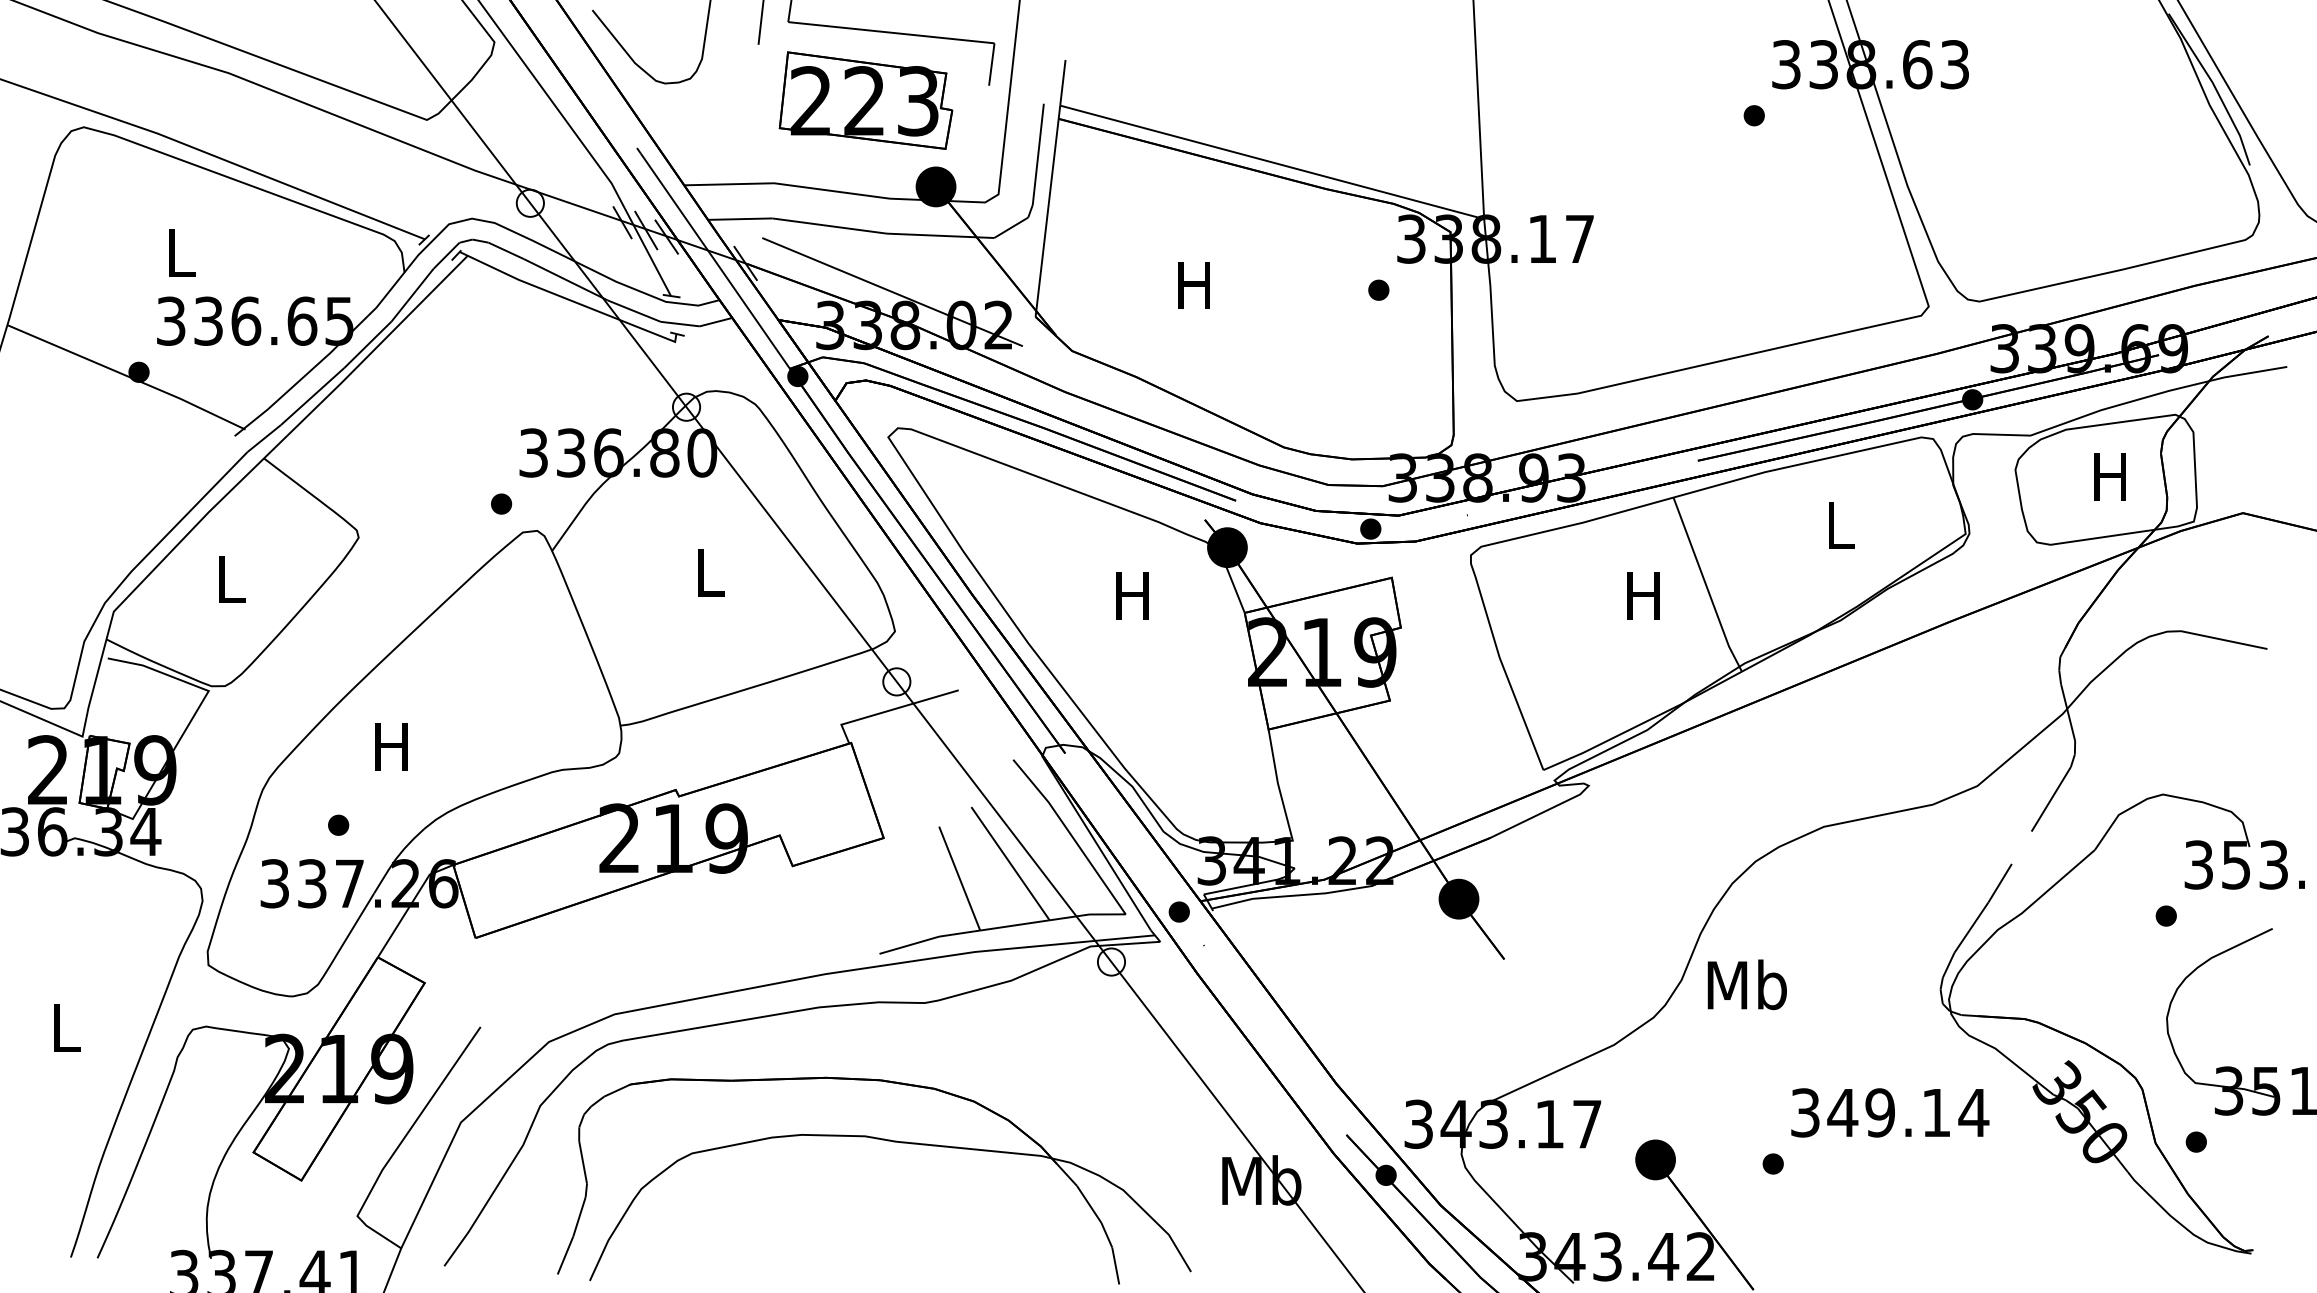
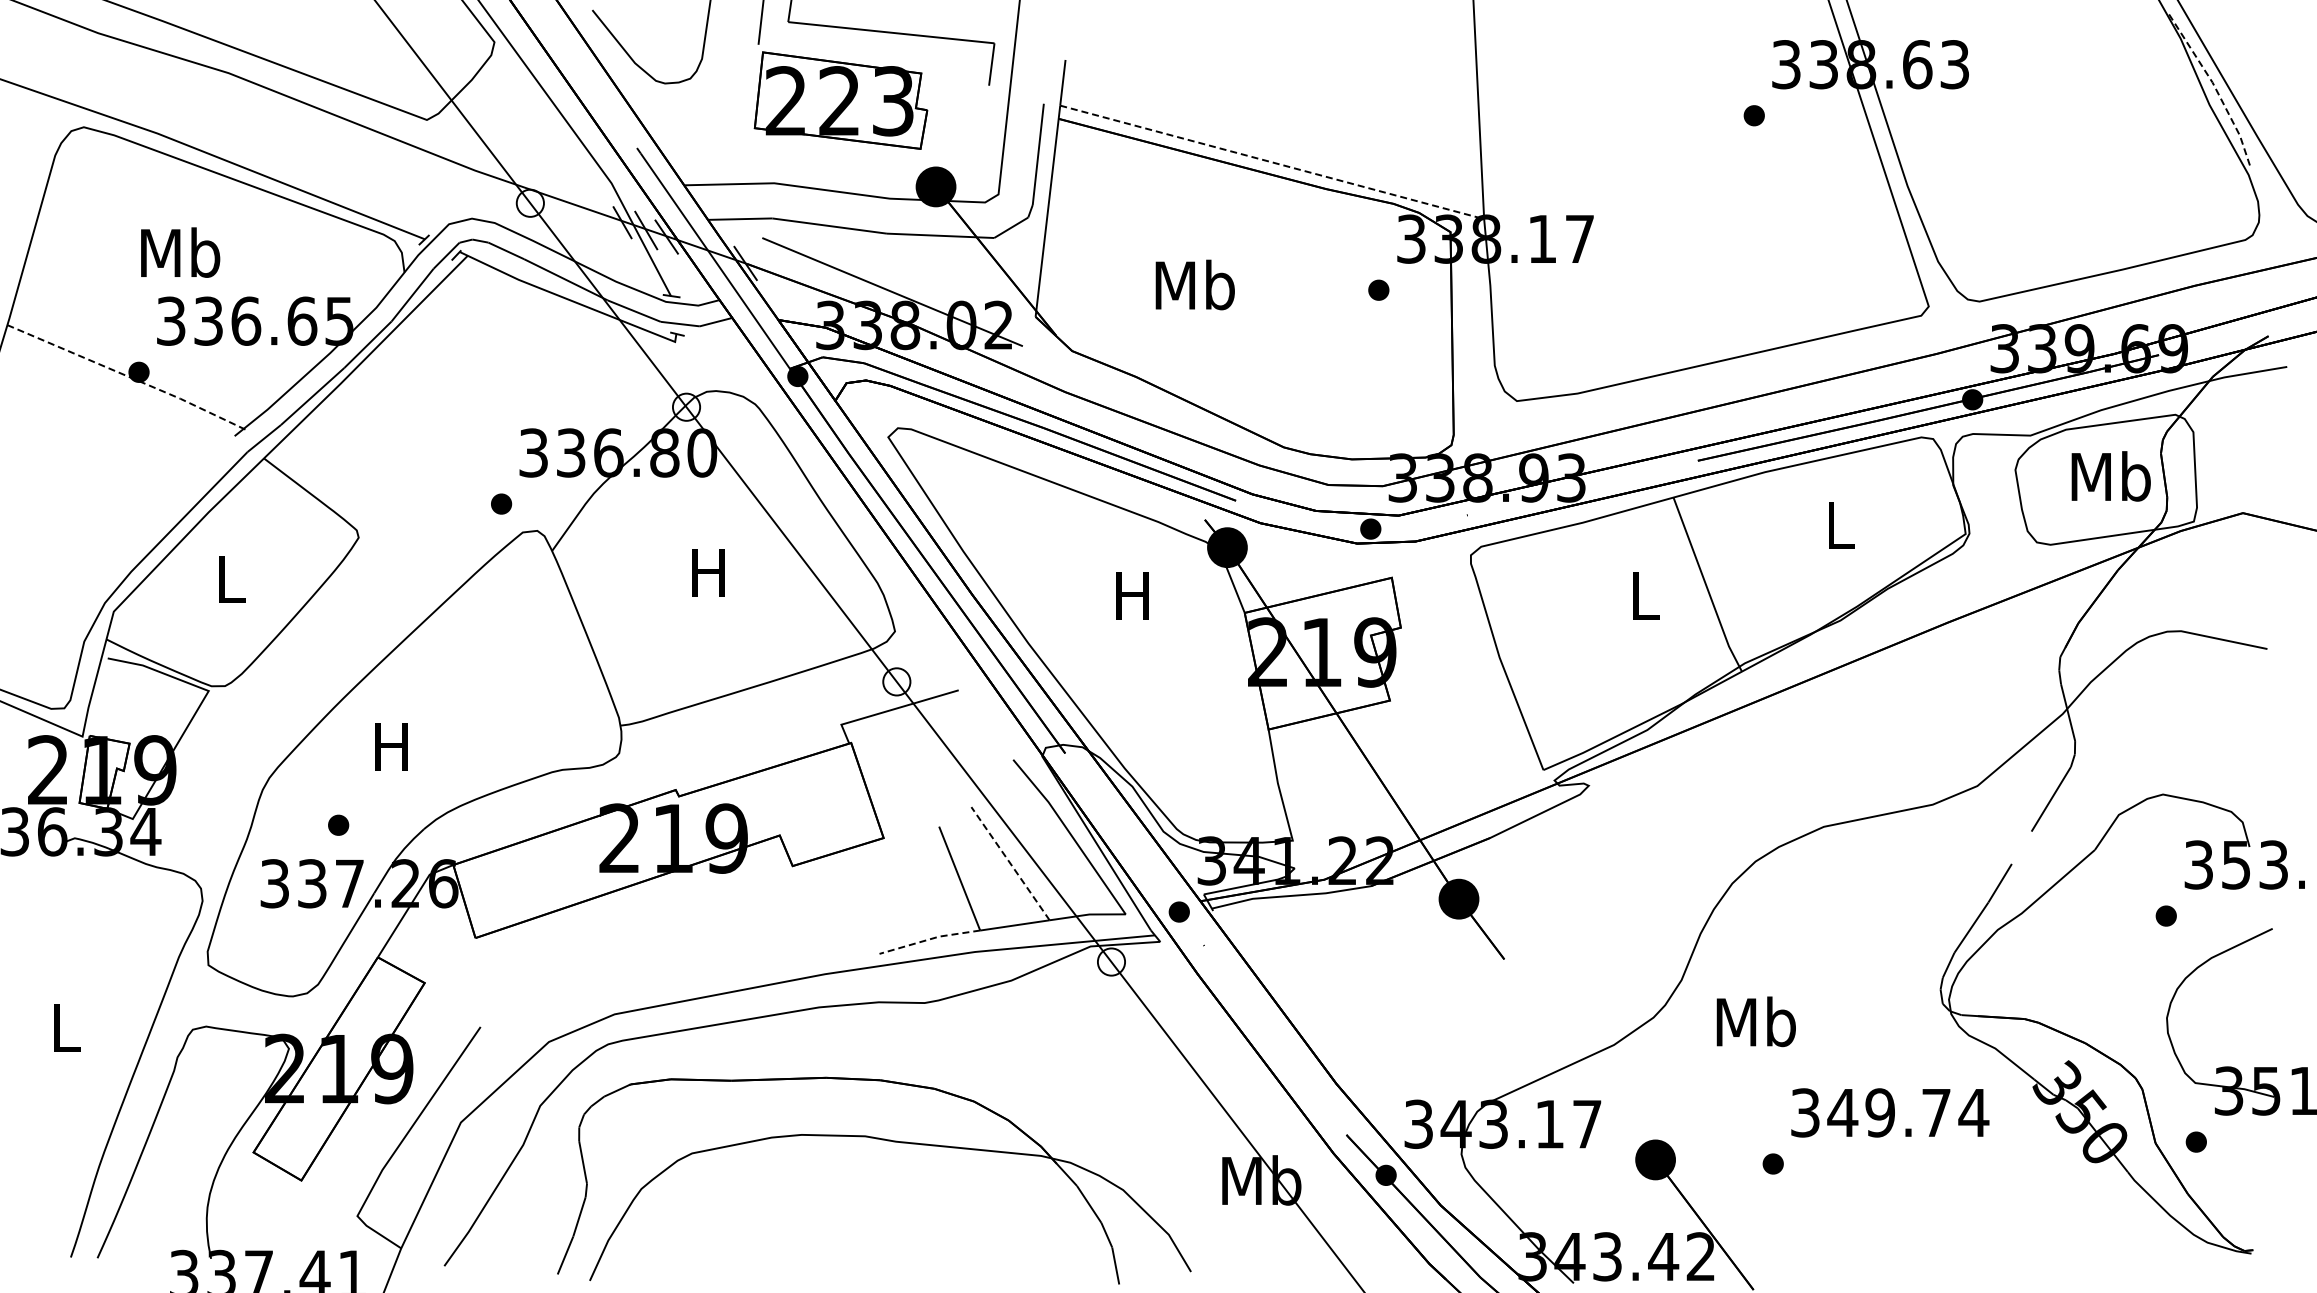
line at (2214, 86): solid -> dashed
part at (865, 100) position: (865, 100) -> (840, 100)
line at (1272, 162): solid -> dashed
text at (180, 252): L -> Mb
text at (1194, 284): H -> Mb
line at (127, 376): solid -> dashed
text at (2110, 476): H -> Mb
text at (708, 572): L -> H
text at (1643, 595): H -> L
line at (1010, 863): solid -> dashed
line at (929, 939): solid -> dashed
text at (1746, 984) position: (1746, 984) -> (1755, 1021)
text at (1936, 1112): 349.14 -> 349.74
